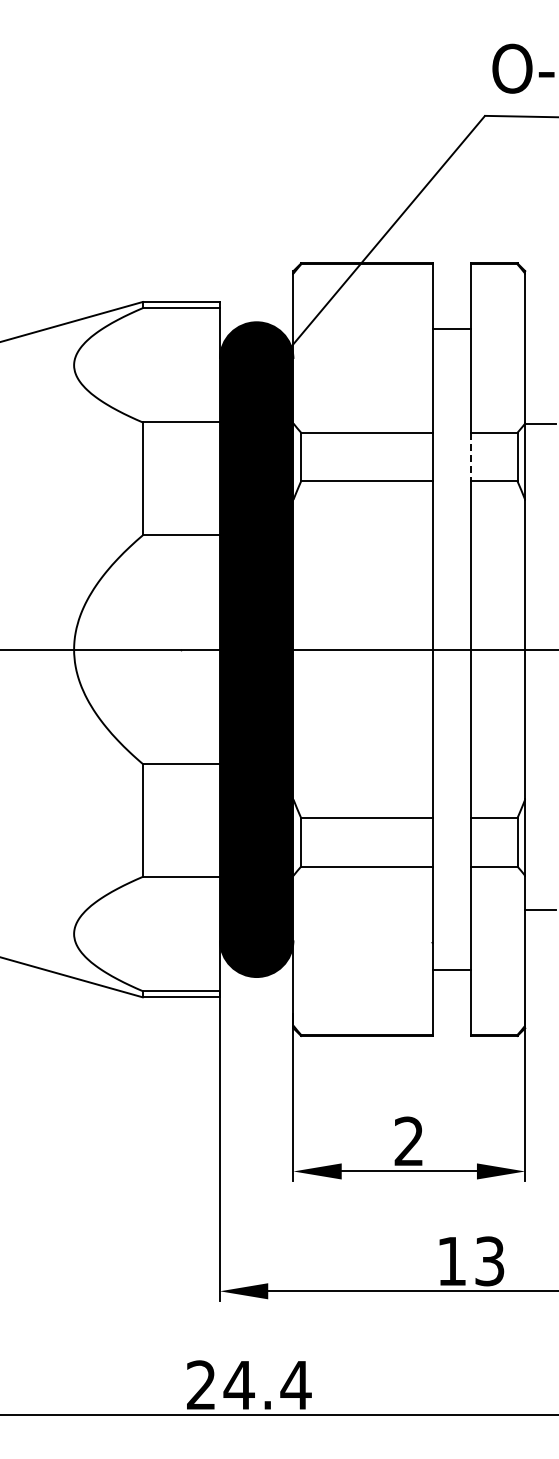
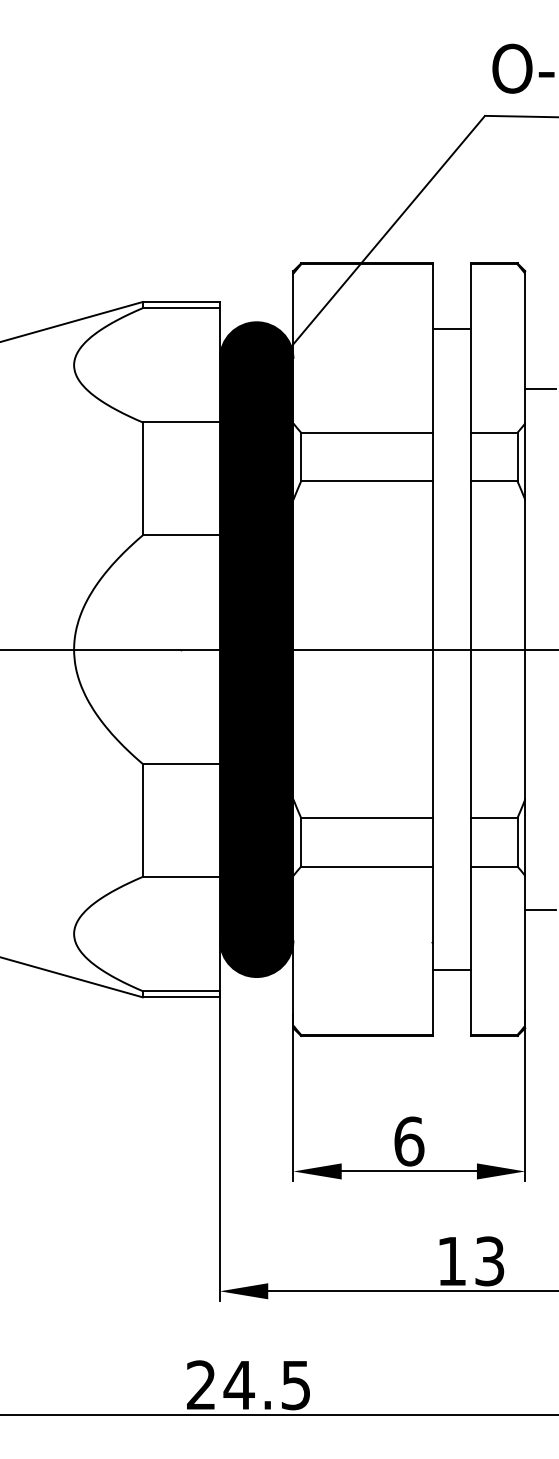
line at (540, 423) position: (540, 423) -> (540, 388)
line at (471, 457): dashed -> solid
text at (409, 1141): 2 -> 6
text at (295, 1385): 24.4 -> 24.5
